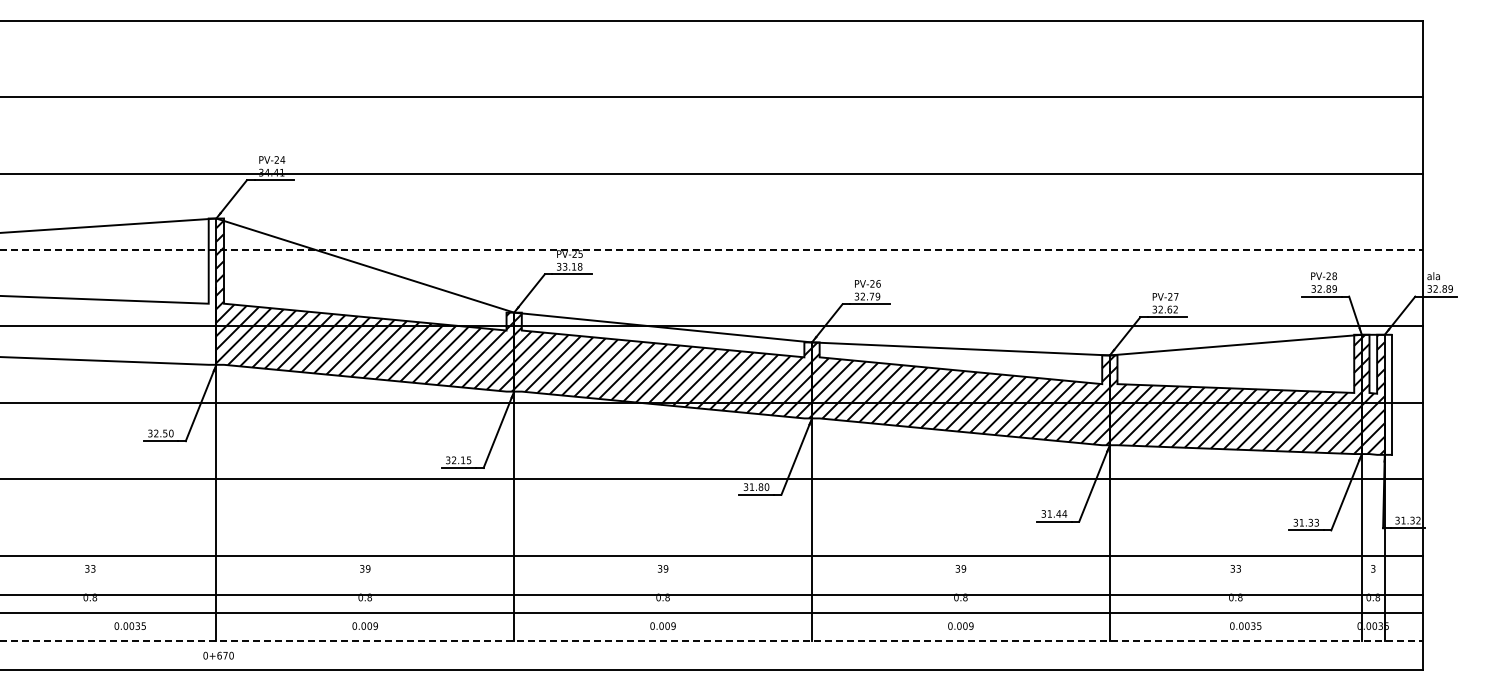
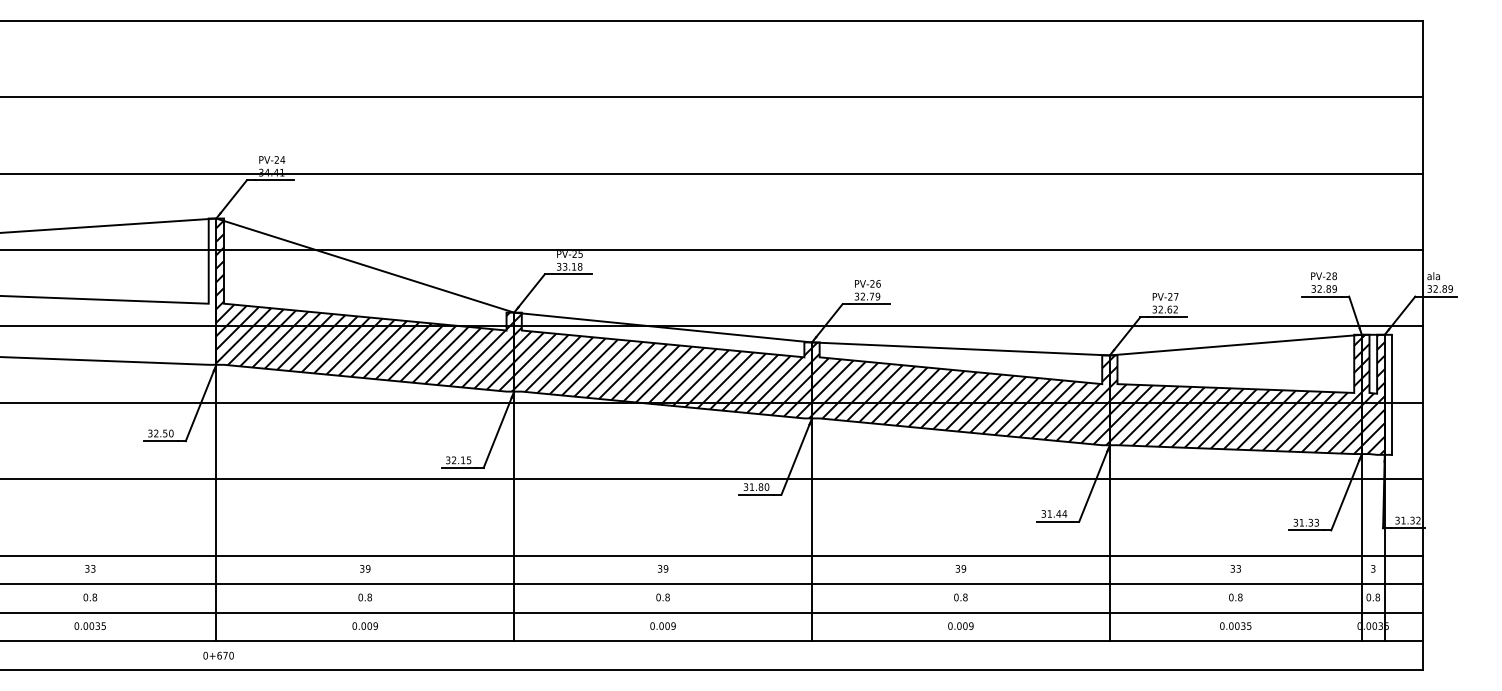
line at (711, 250): dashed -> solid
line at (712, 595) position: (712, 595) -> (712, 584)
text at (129, 625) position: (129, 625) -> (89, 625)
text at (1245, 625) position: (1245, 625) -> (1235, 625)
line at (711, 641): dashed -> solid
